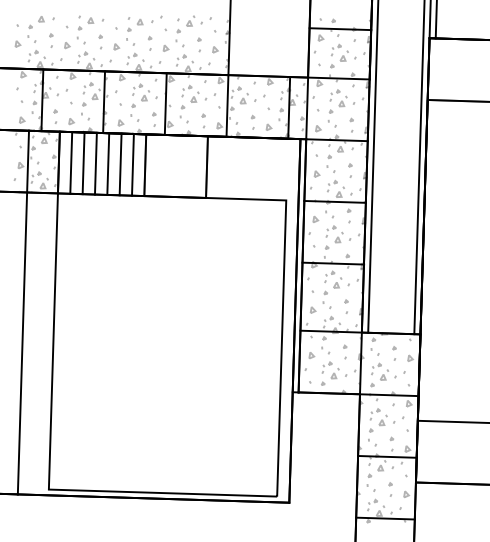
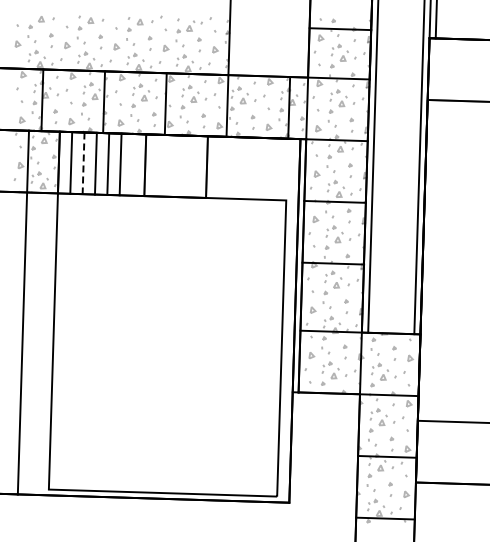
part at (190, 20) position: (190, 20) -> (190, 25)
line at (83, 163): solid -> dashed
line at (132, 164): present -> none
